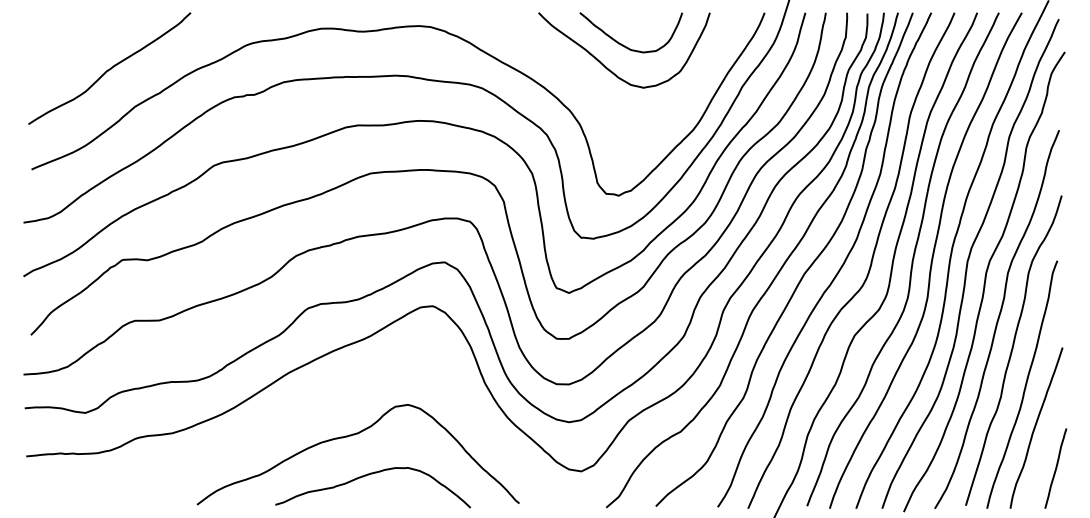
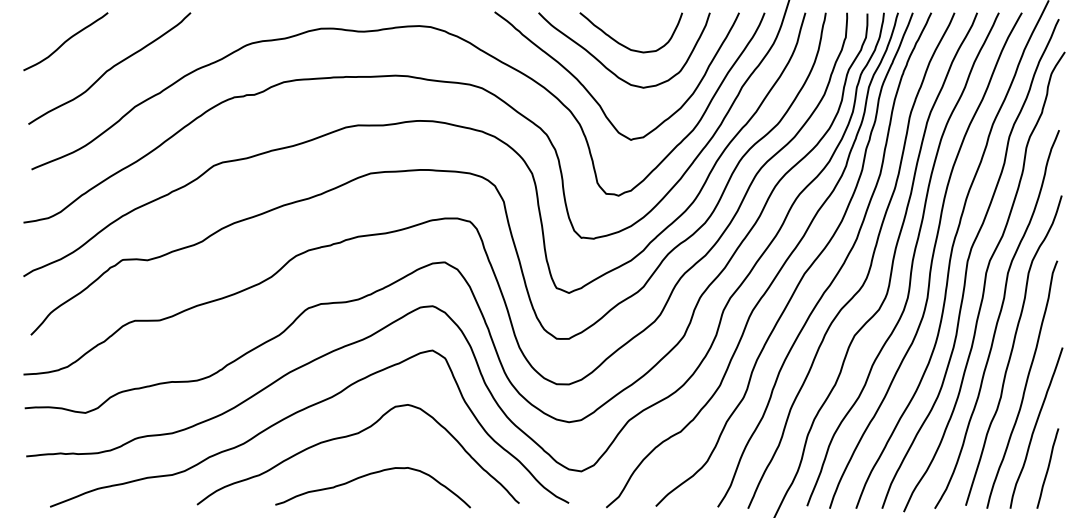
curve at (65, 41): none -> present
curve at (594, 97): none -> present
curve at (301, 411): none -> present
line at (1055, 468) position: (1055, 468) -> (1047, 468)
